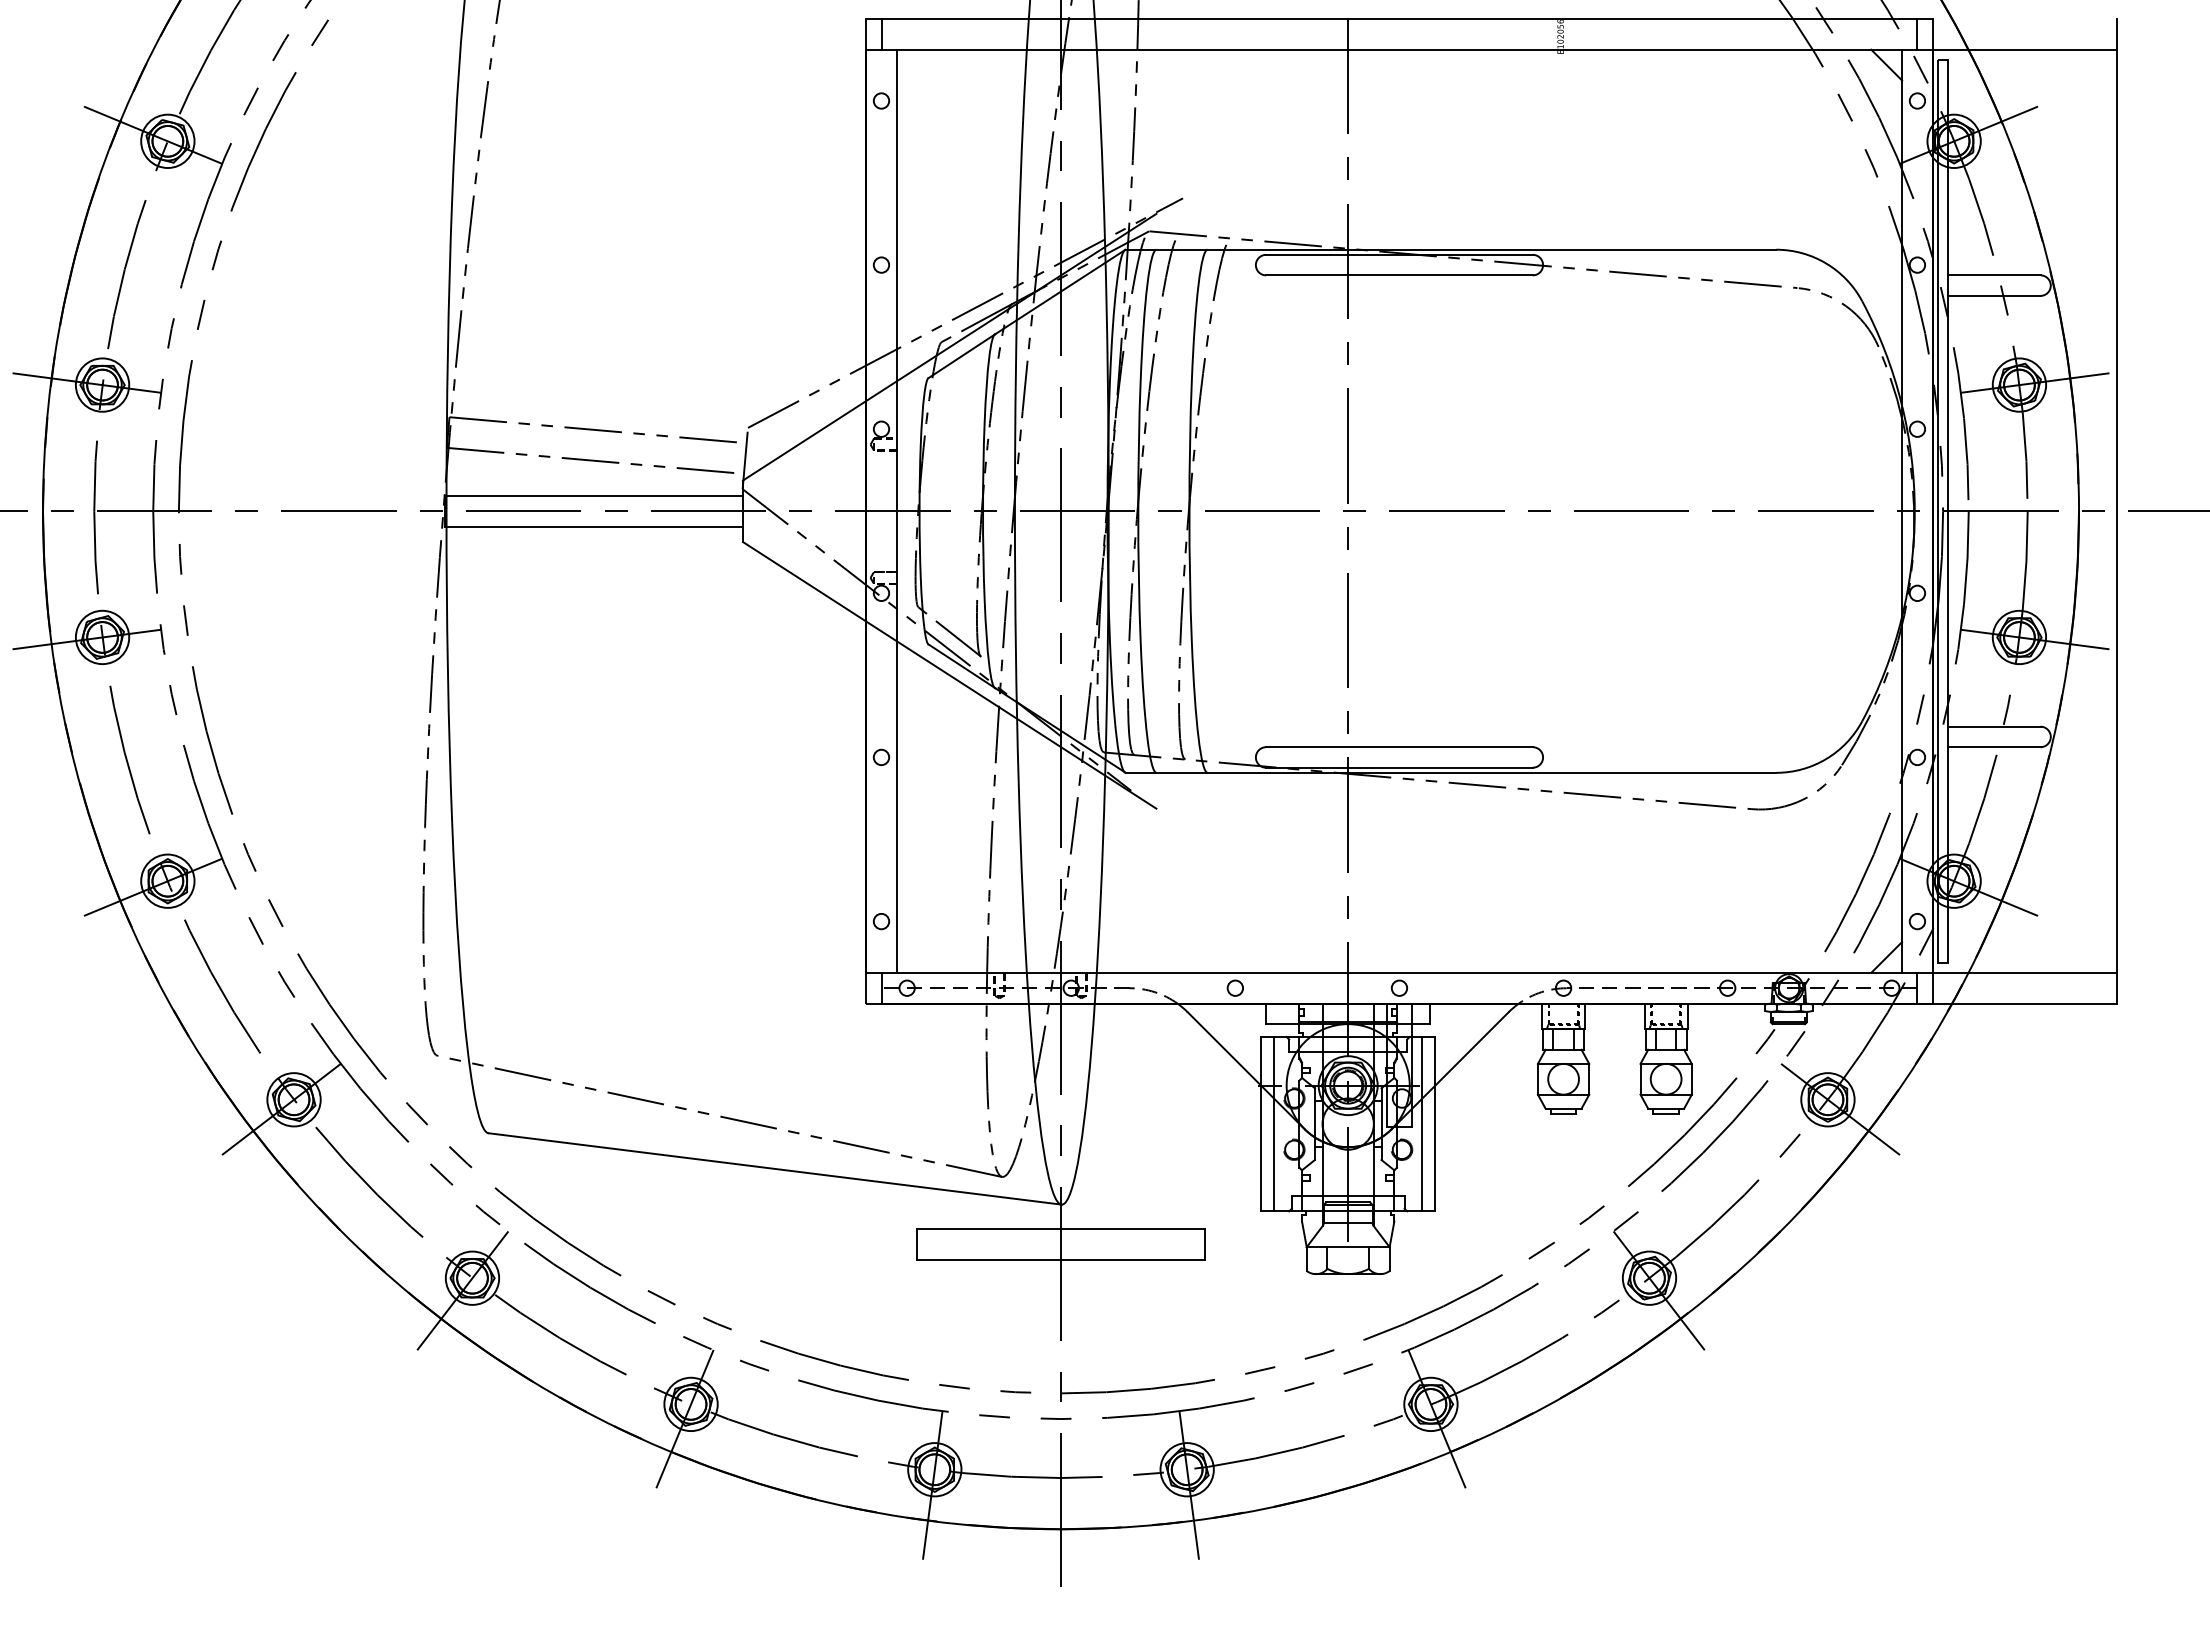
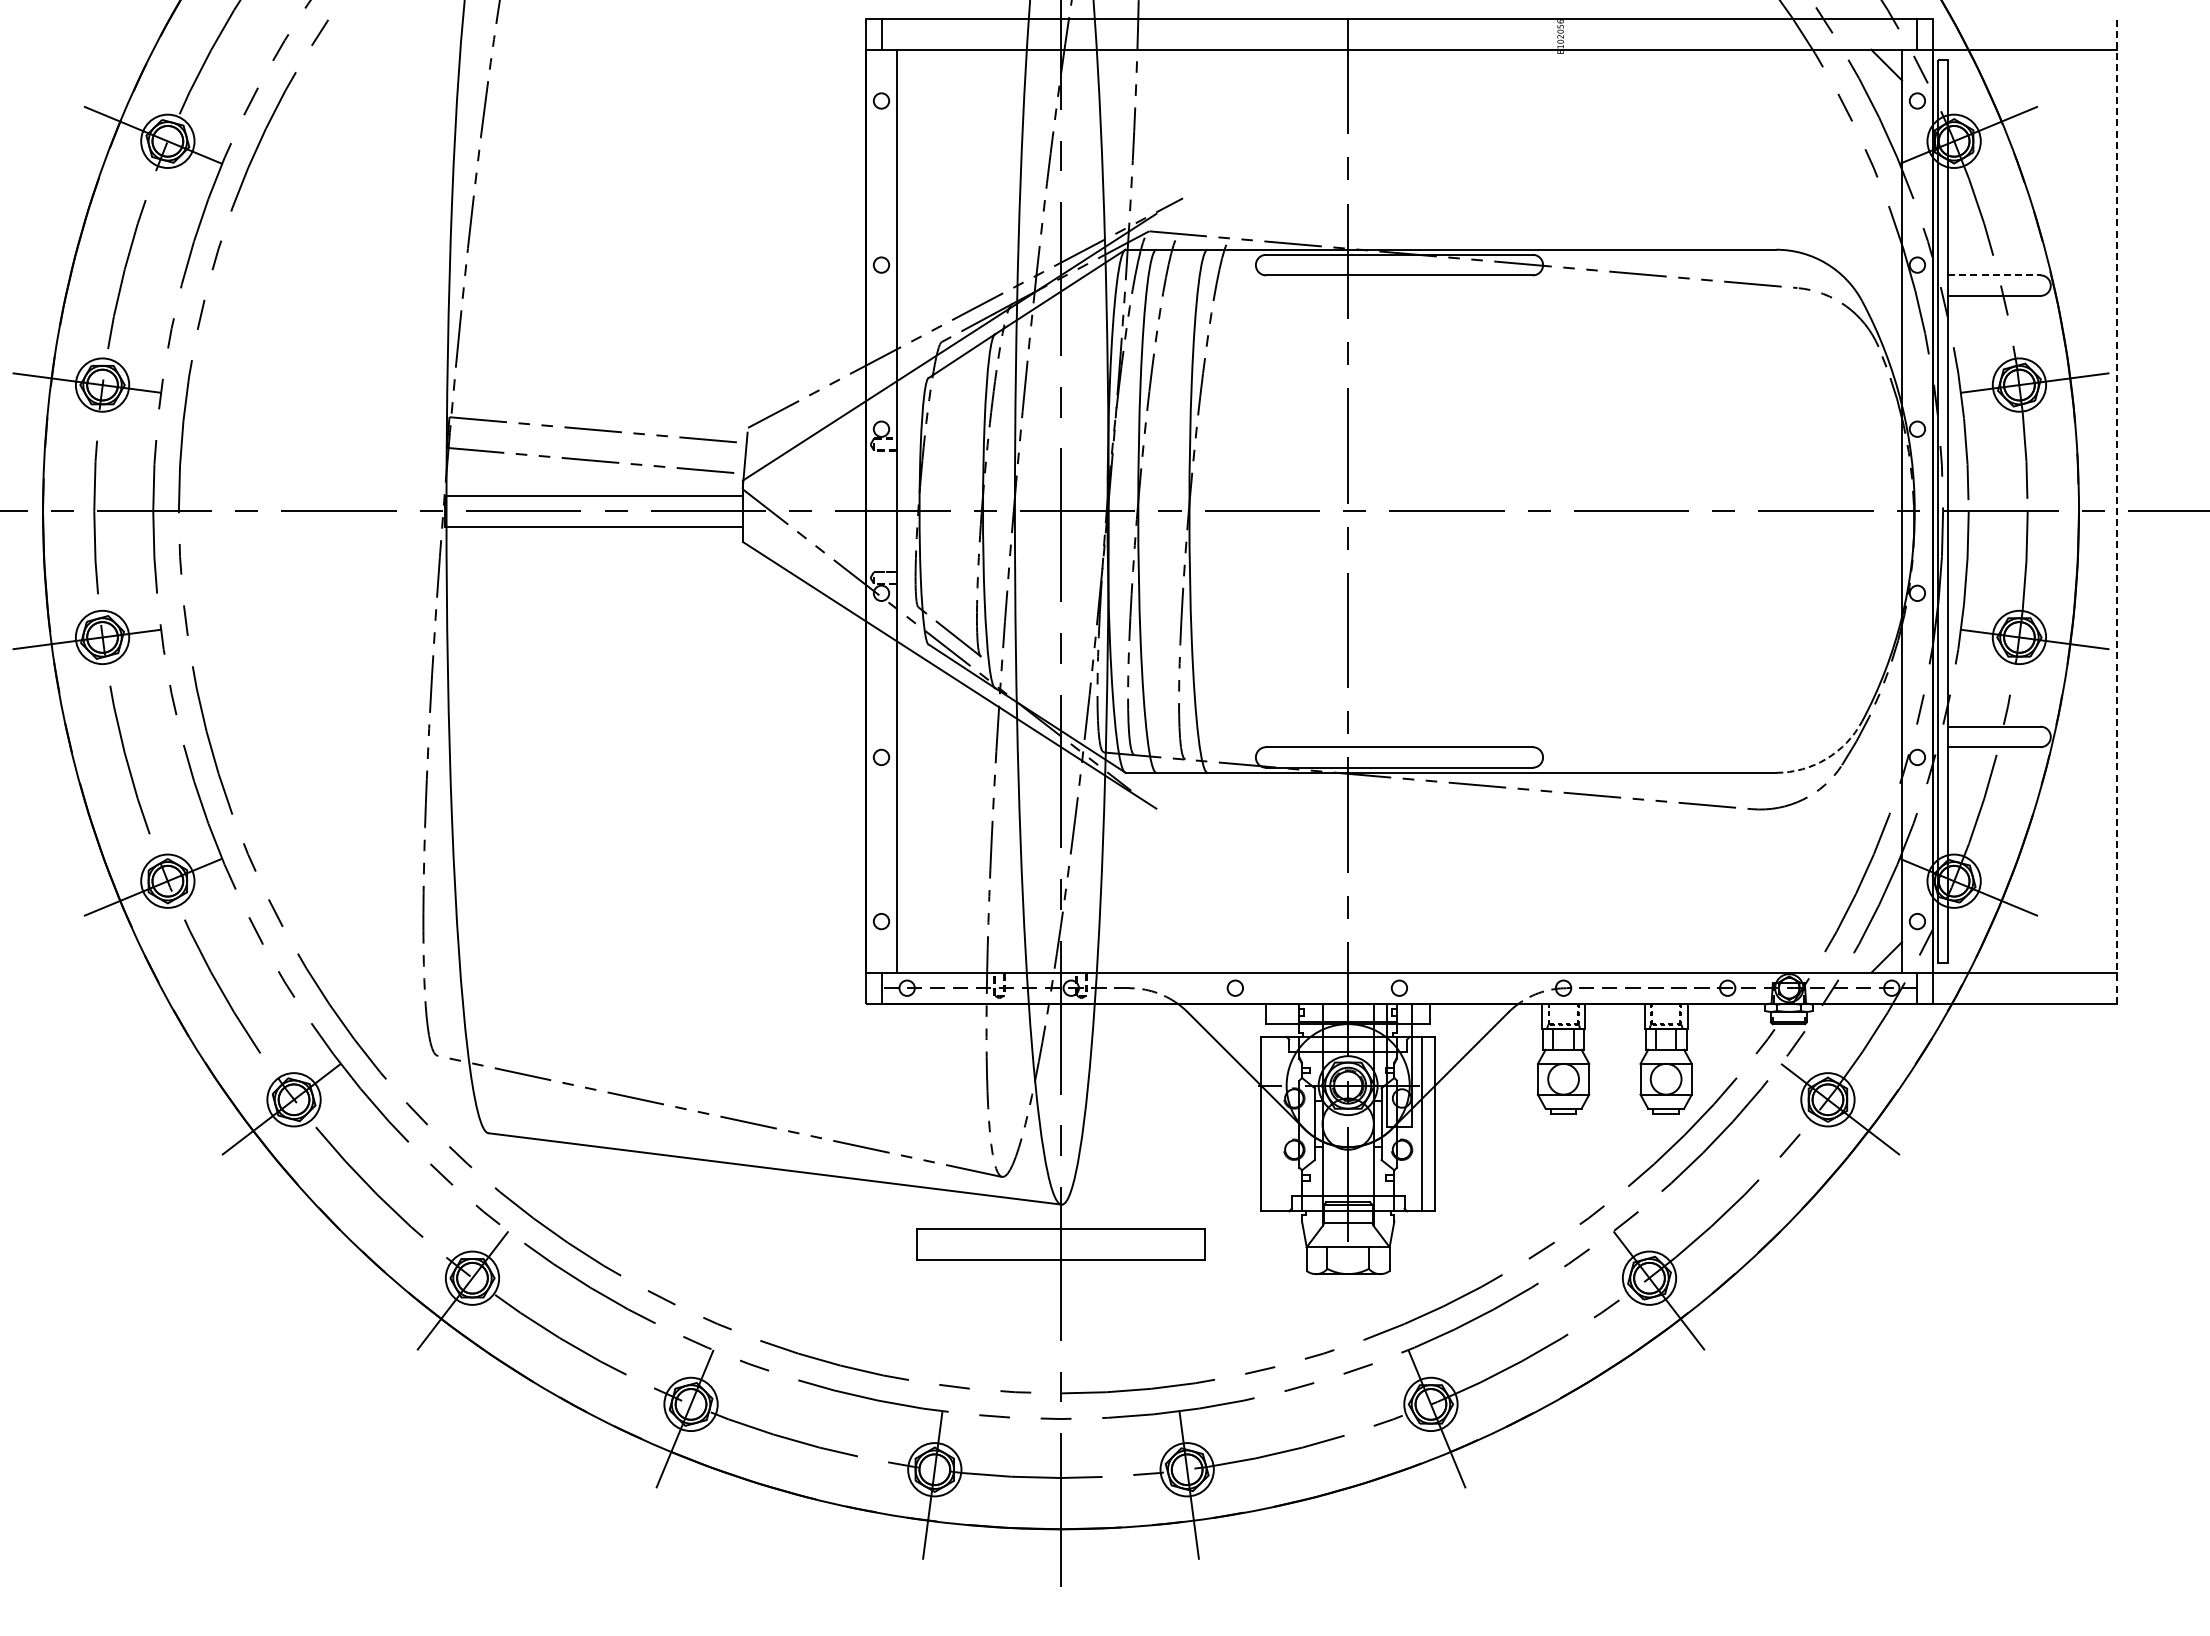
line at (1994, 275): solid -> dashed
line at (2117, 510): solid -> dashed
arc at (1826, 758): solid -> dashed
line at (1274, 1123): present -> none
